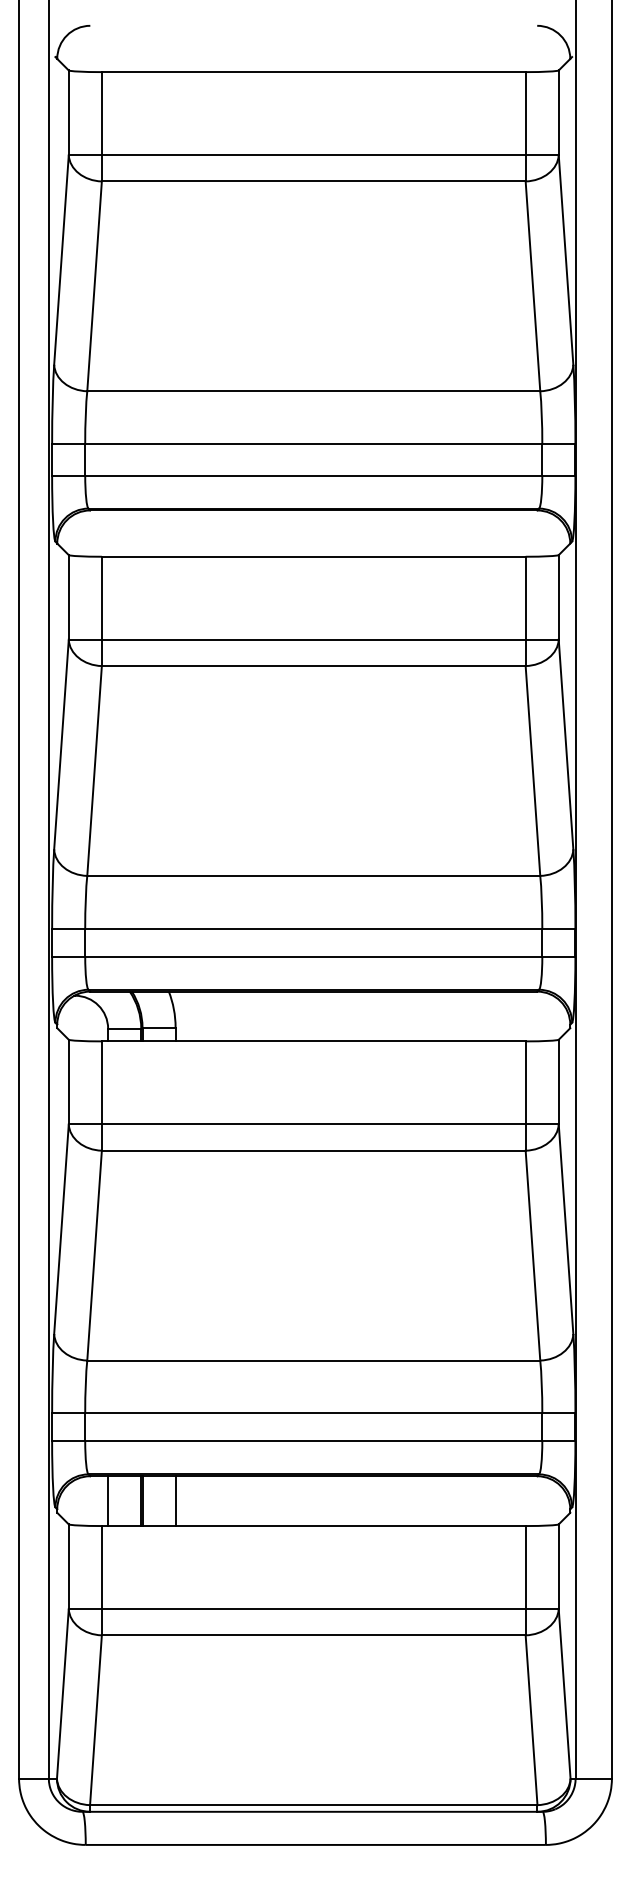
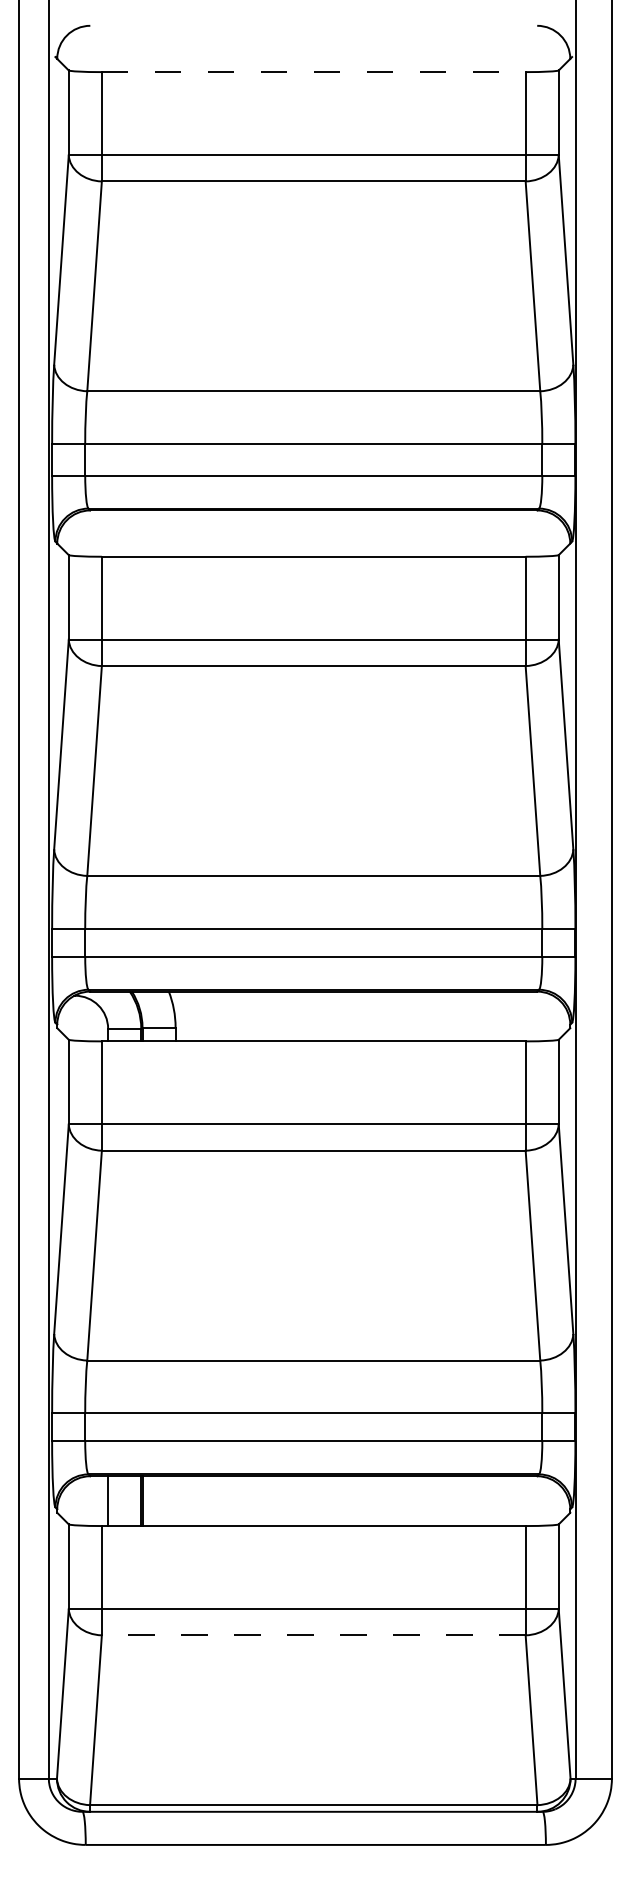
line at (313, 72): solid -> dashed
line at (175, 1501): present -> none
line at (313, 1635): solid -> dashed
